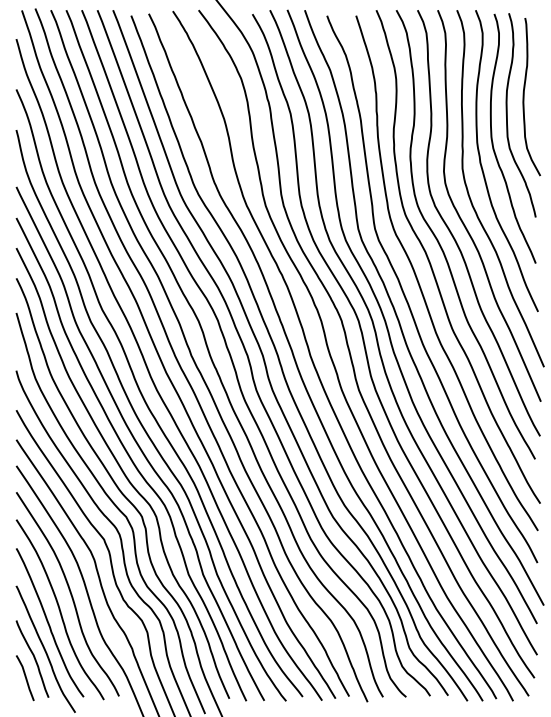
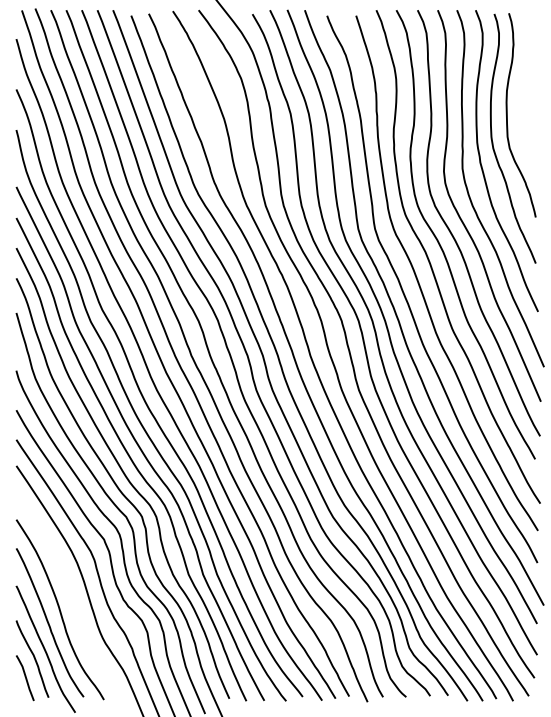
curve at (524, 97): present -> none
curve at (69, 592): present -> none
